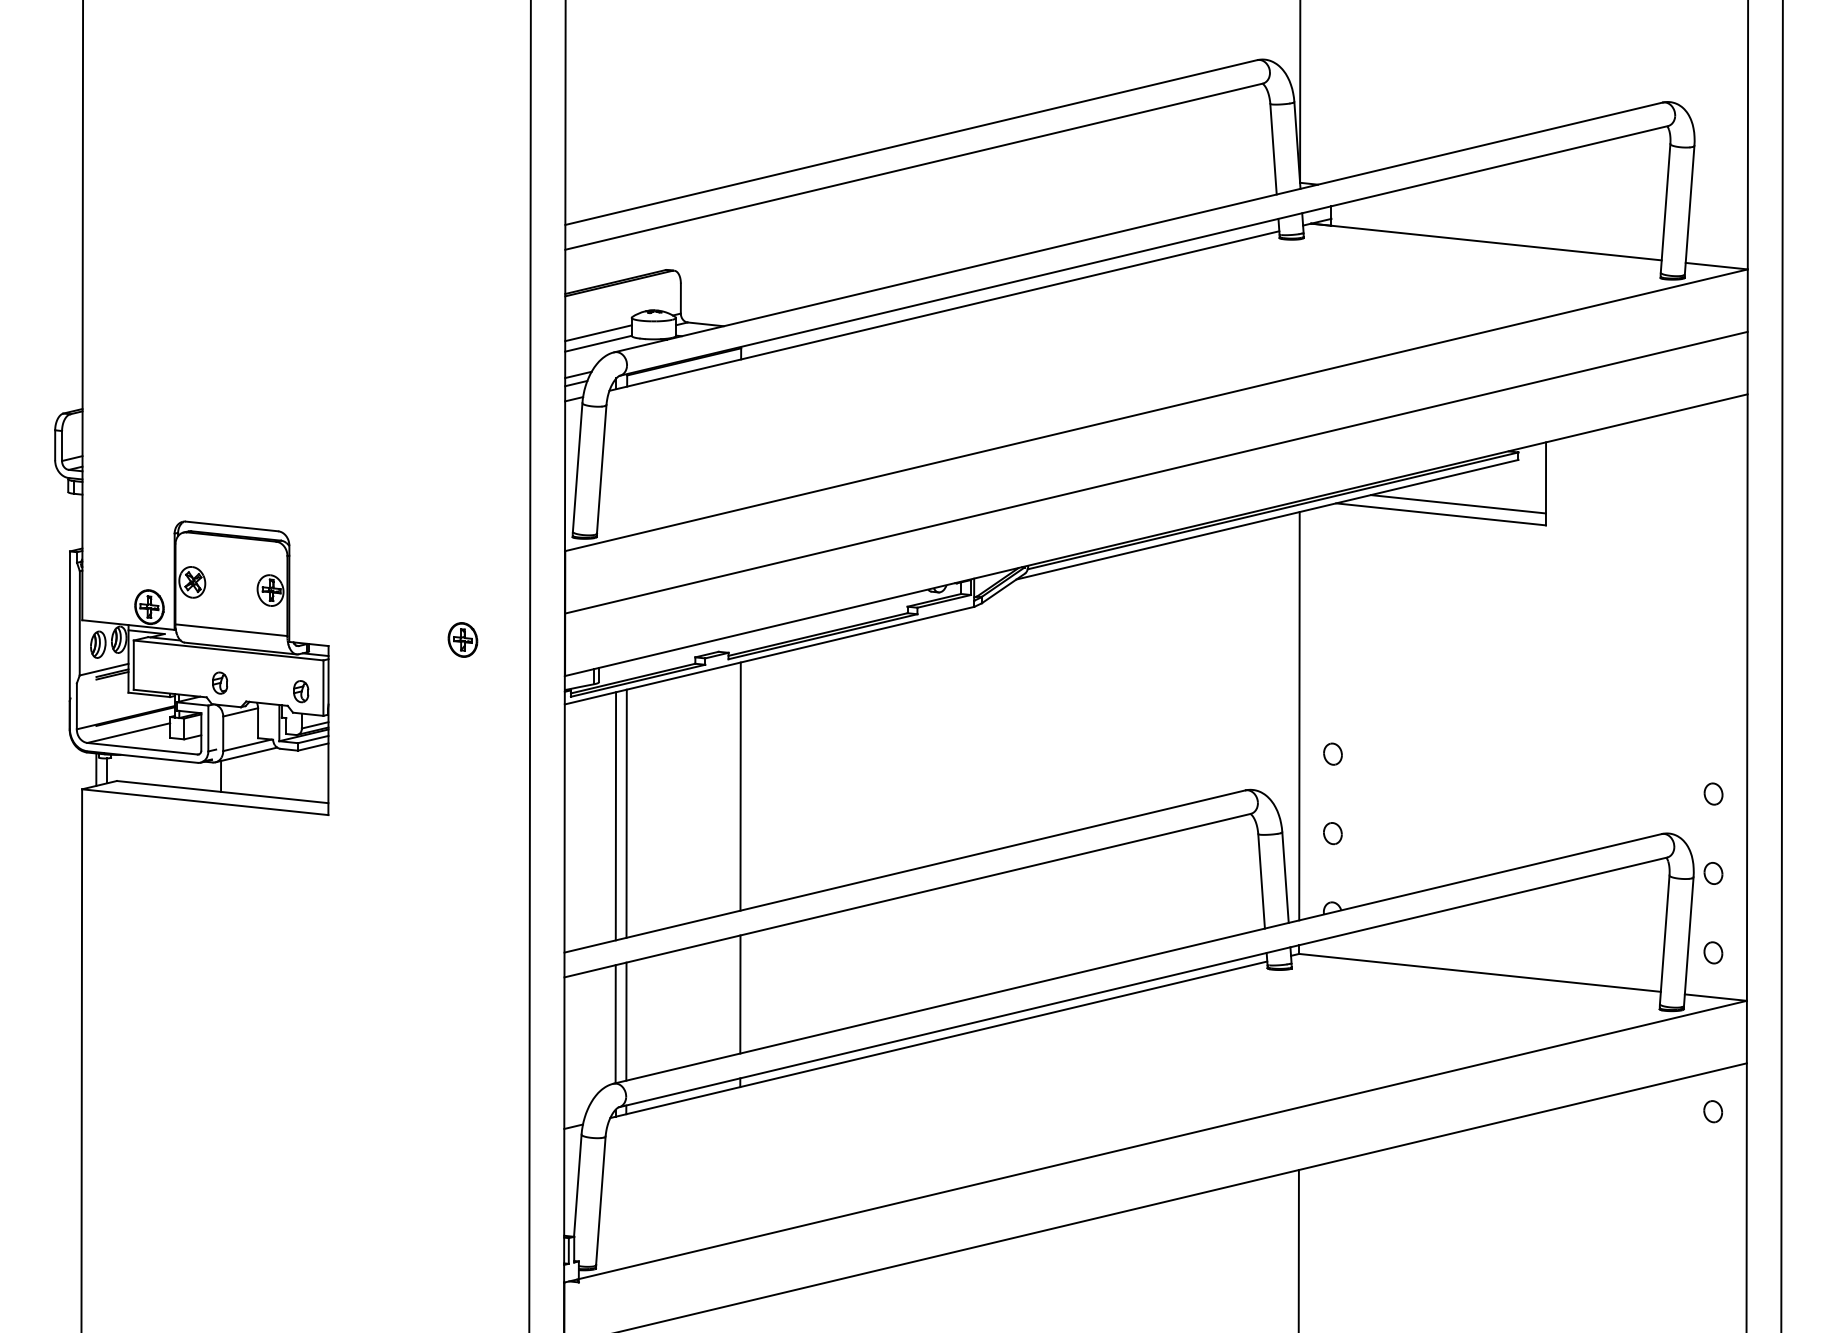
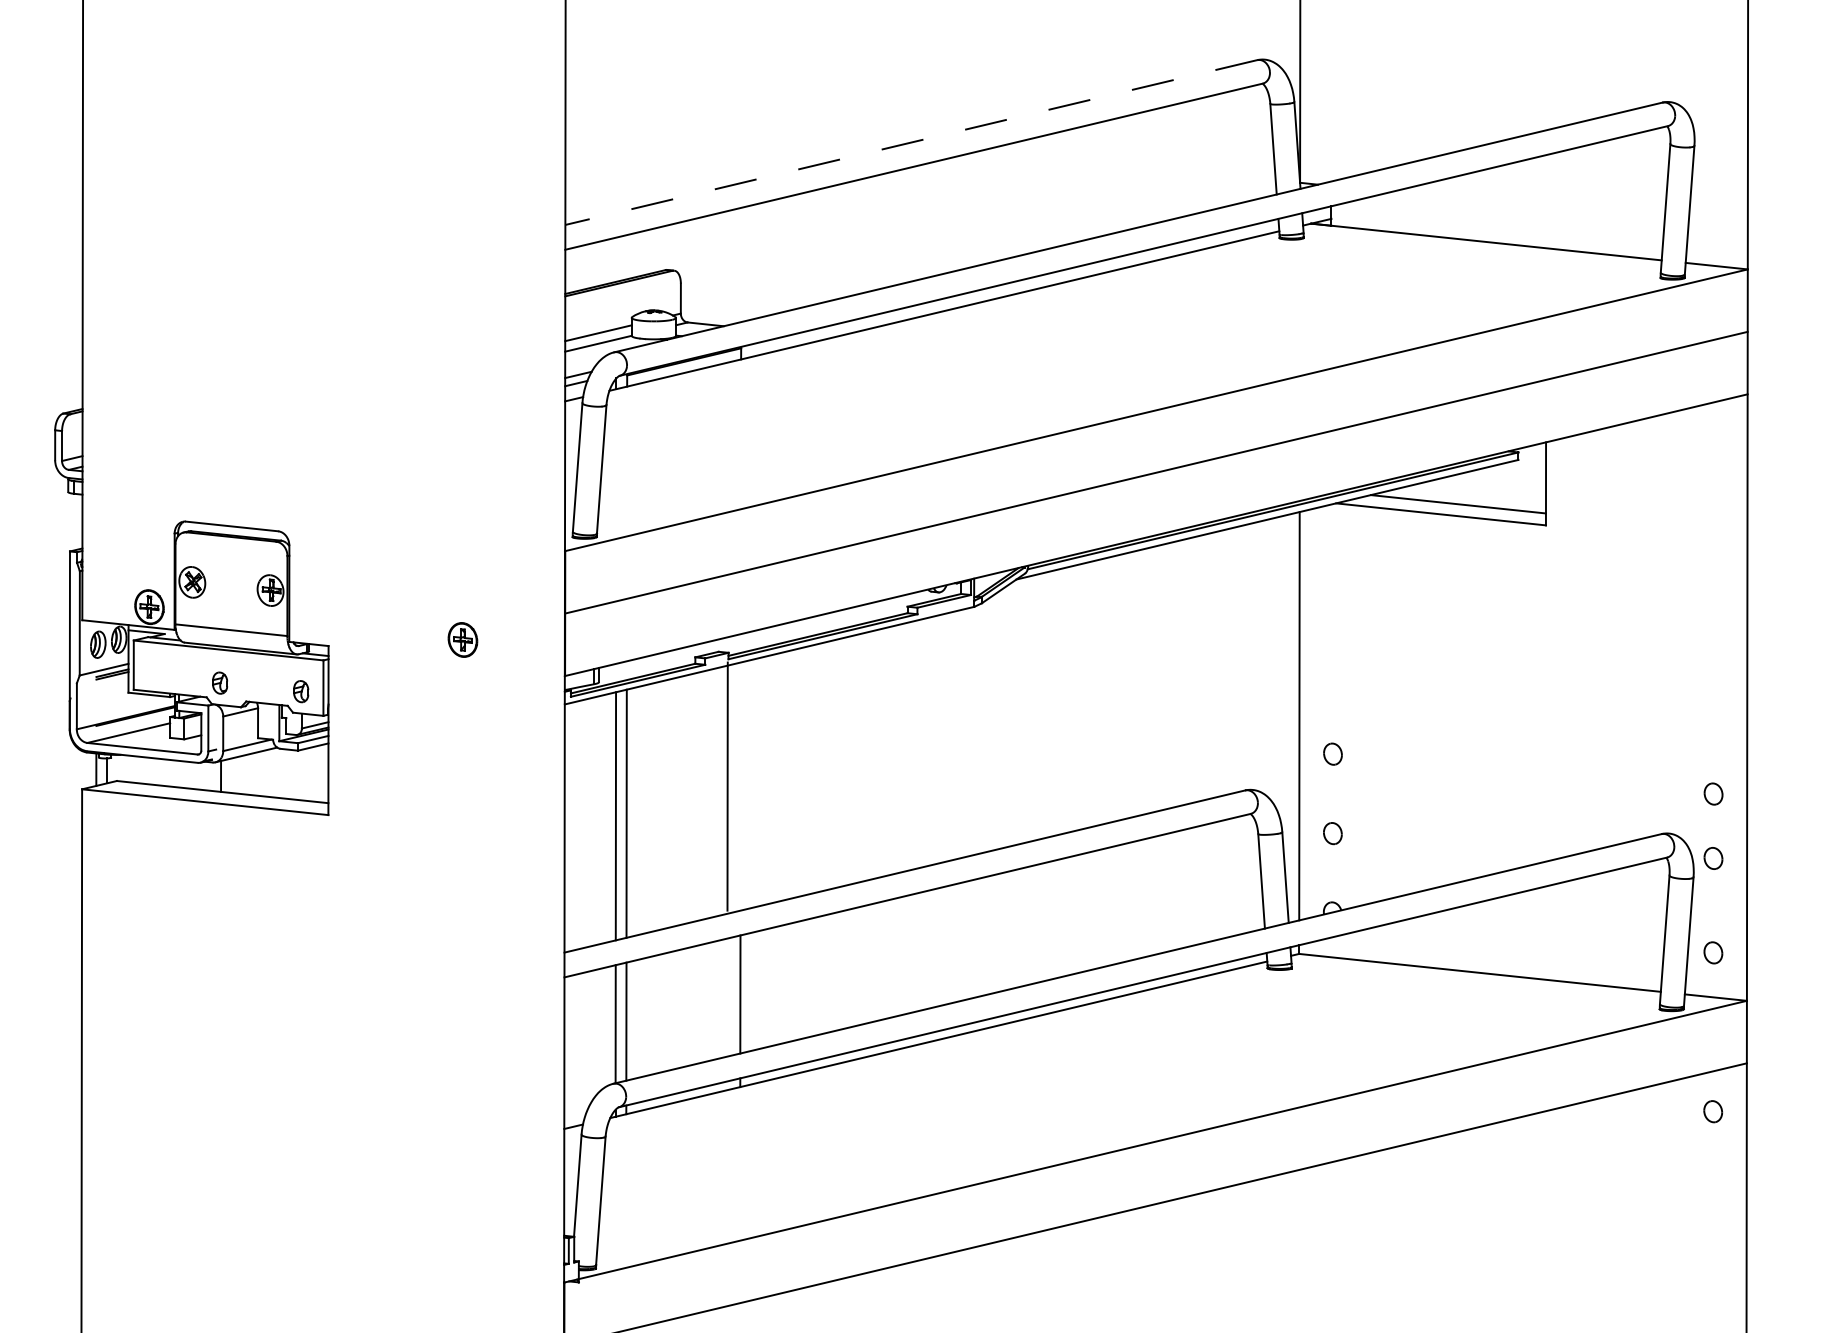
line at (911, 142): solid -> dashed
line at (529, 665): present -> none
line at (1781, 665): present -> none
line at (740, 786) position: (740, 786) -> (727, 786)
part at (1713, 873) position: (1713, 873) -> (1713, 858)
line at (1298, 1249): present -> none
